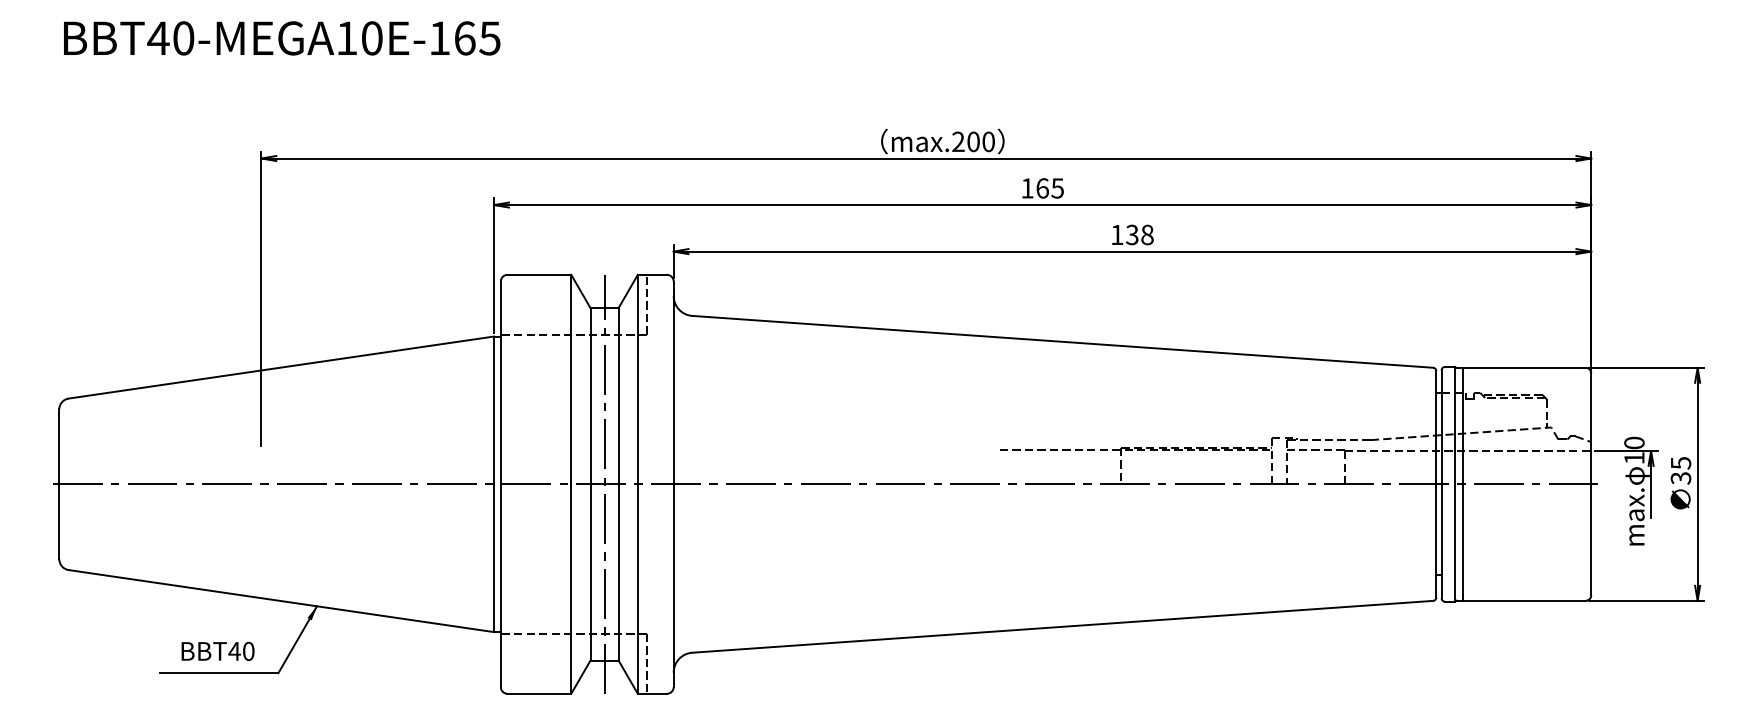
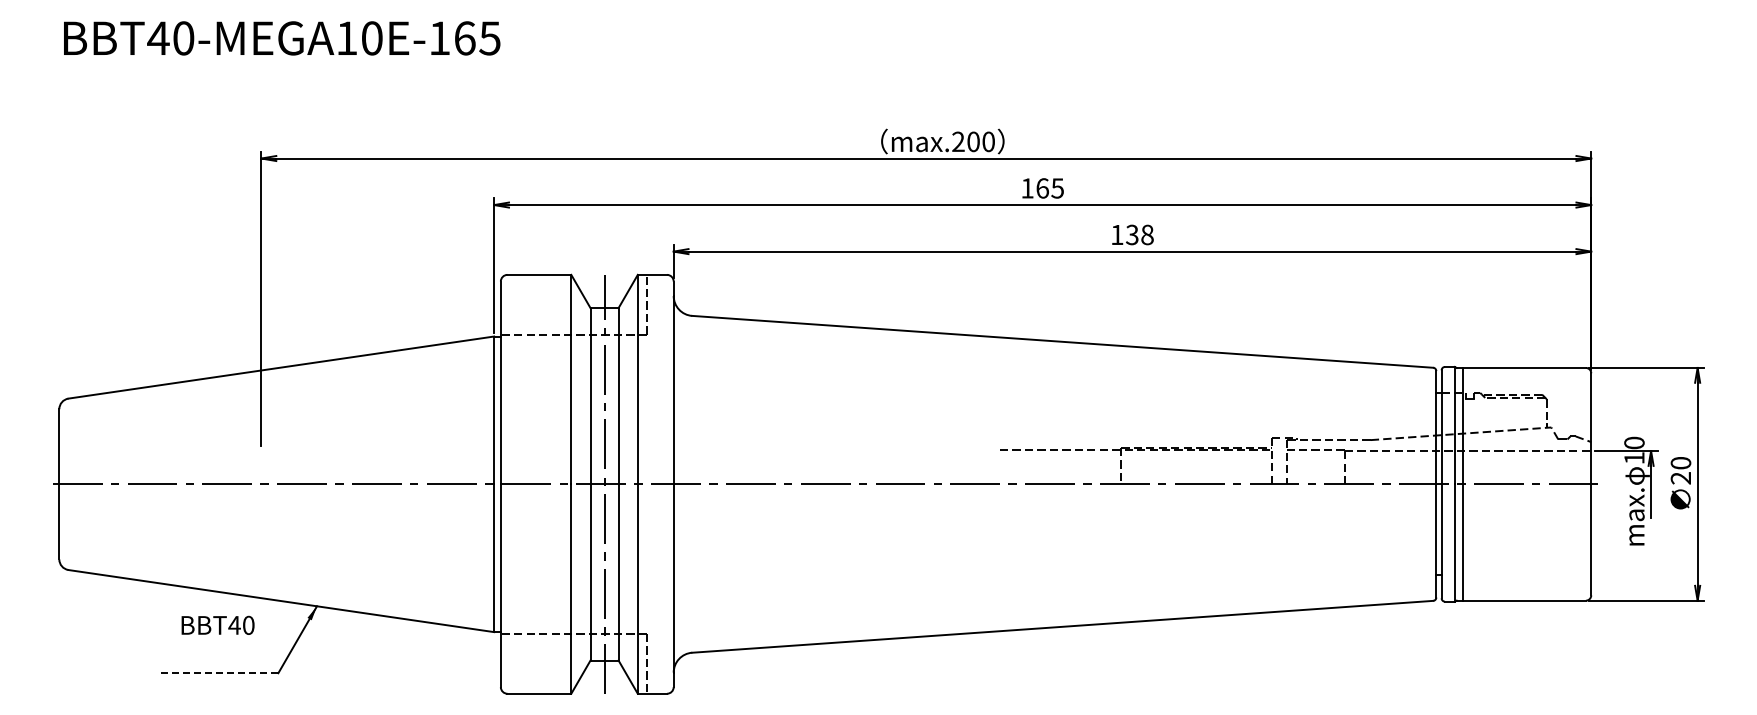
text at (1680, 470): 35 -> 20
text at (217, 650) position: (217, 650) -> (217, 624)
line at (219, 673): solid -> dashed
